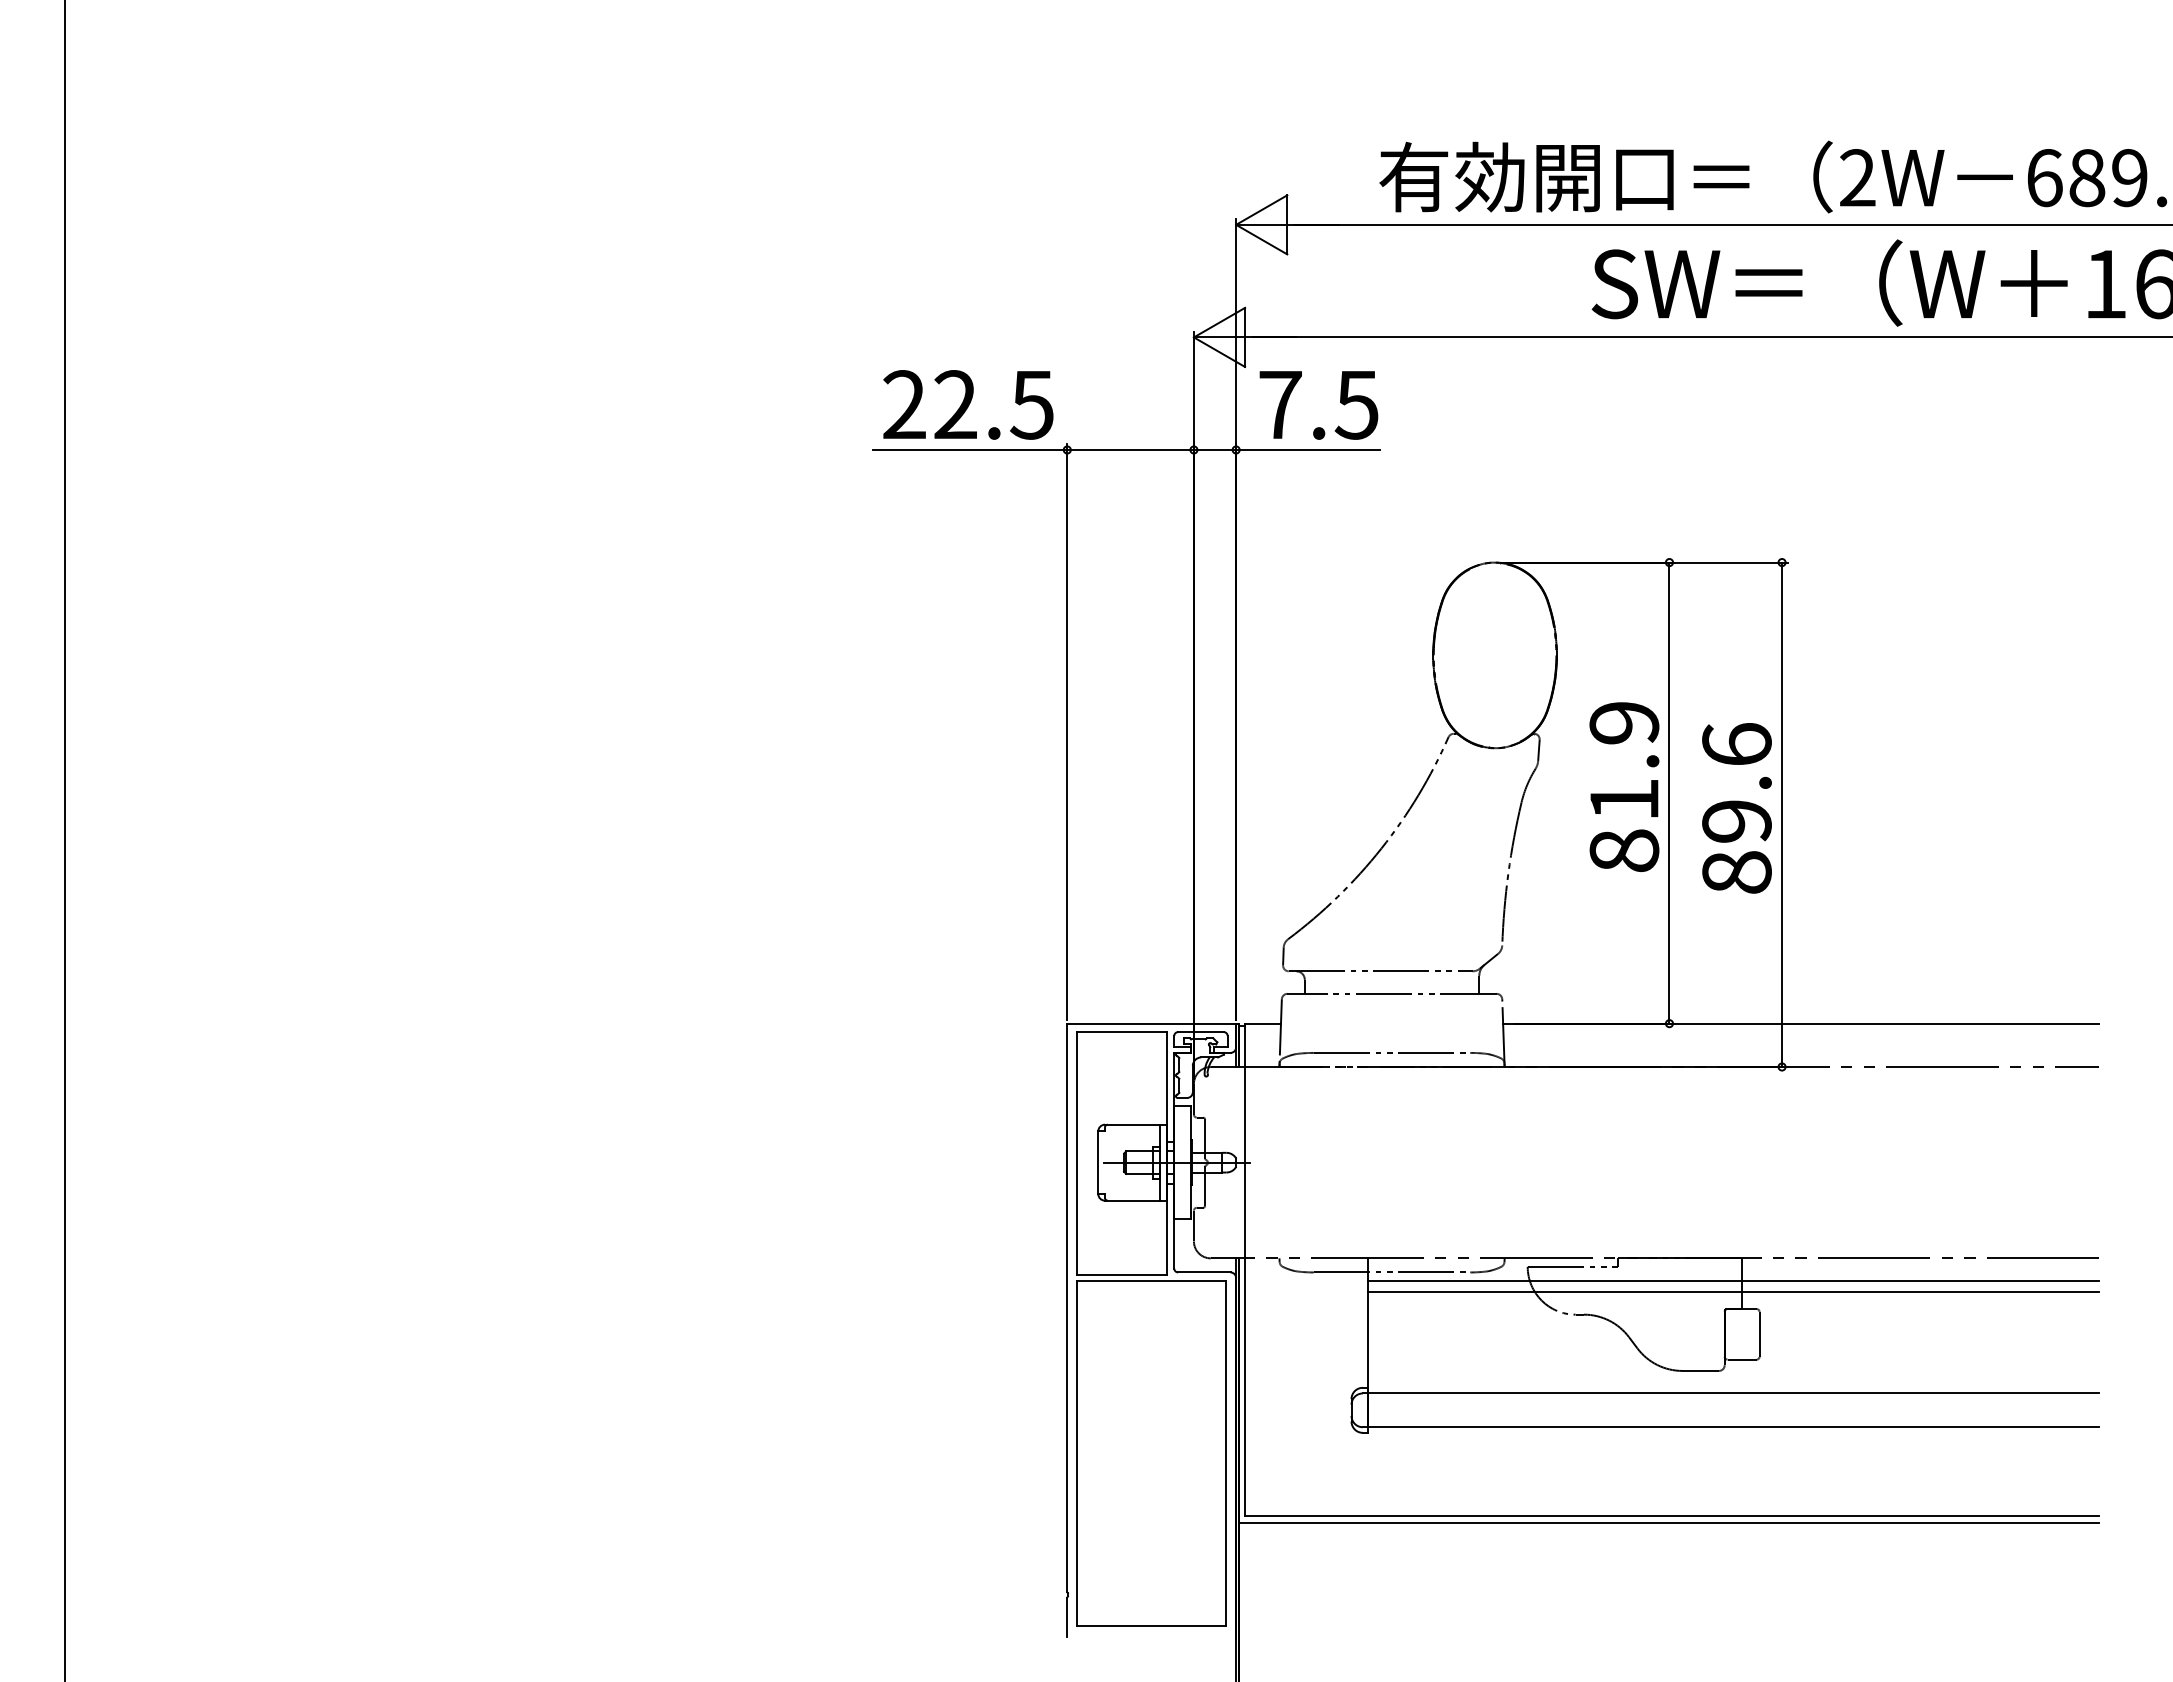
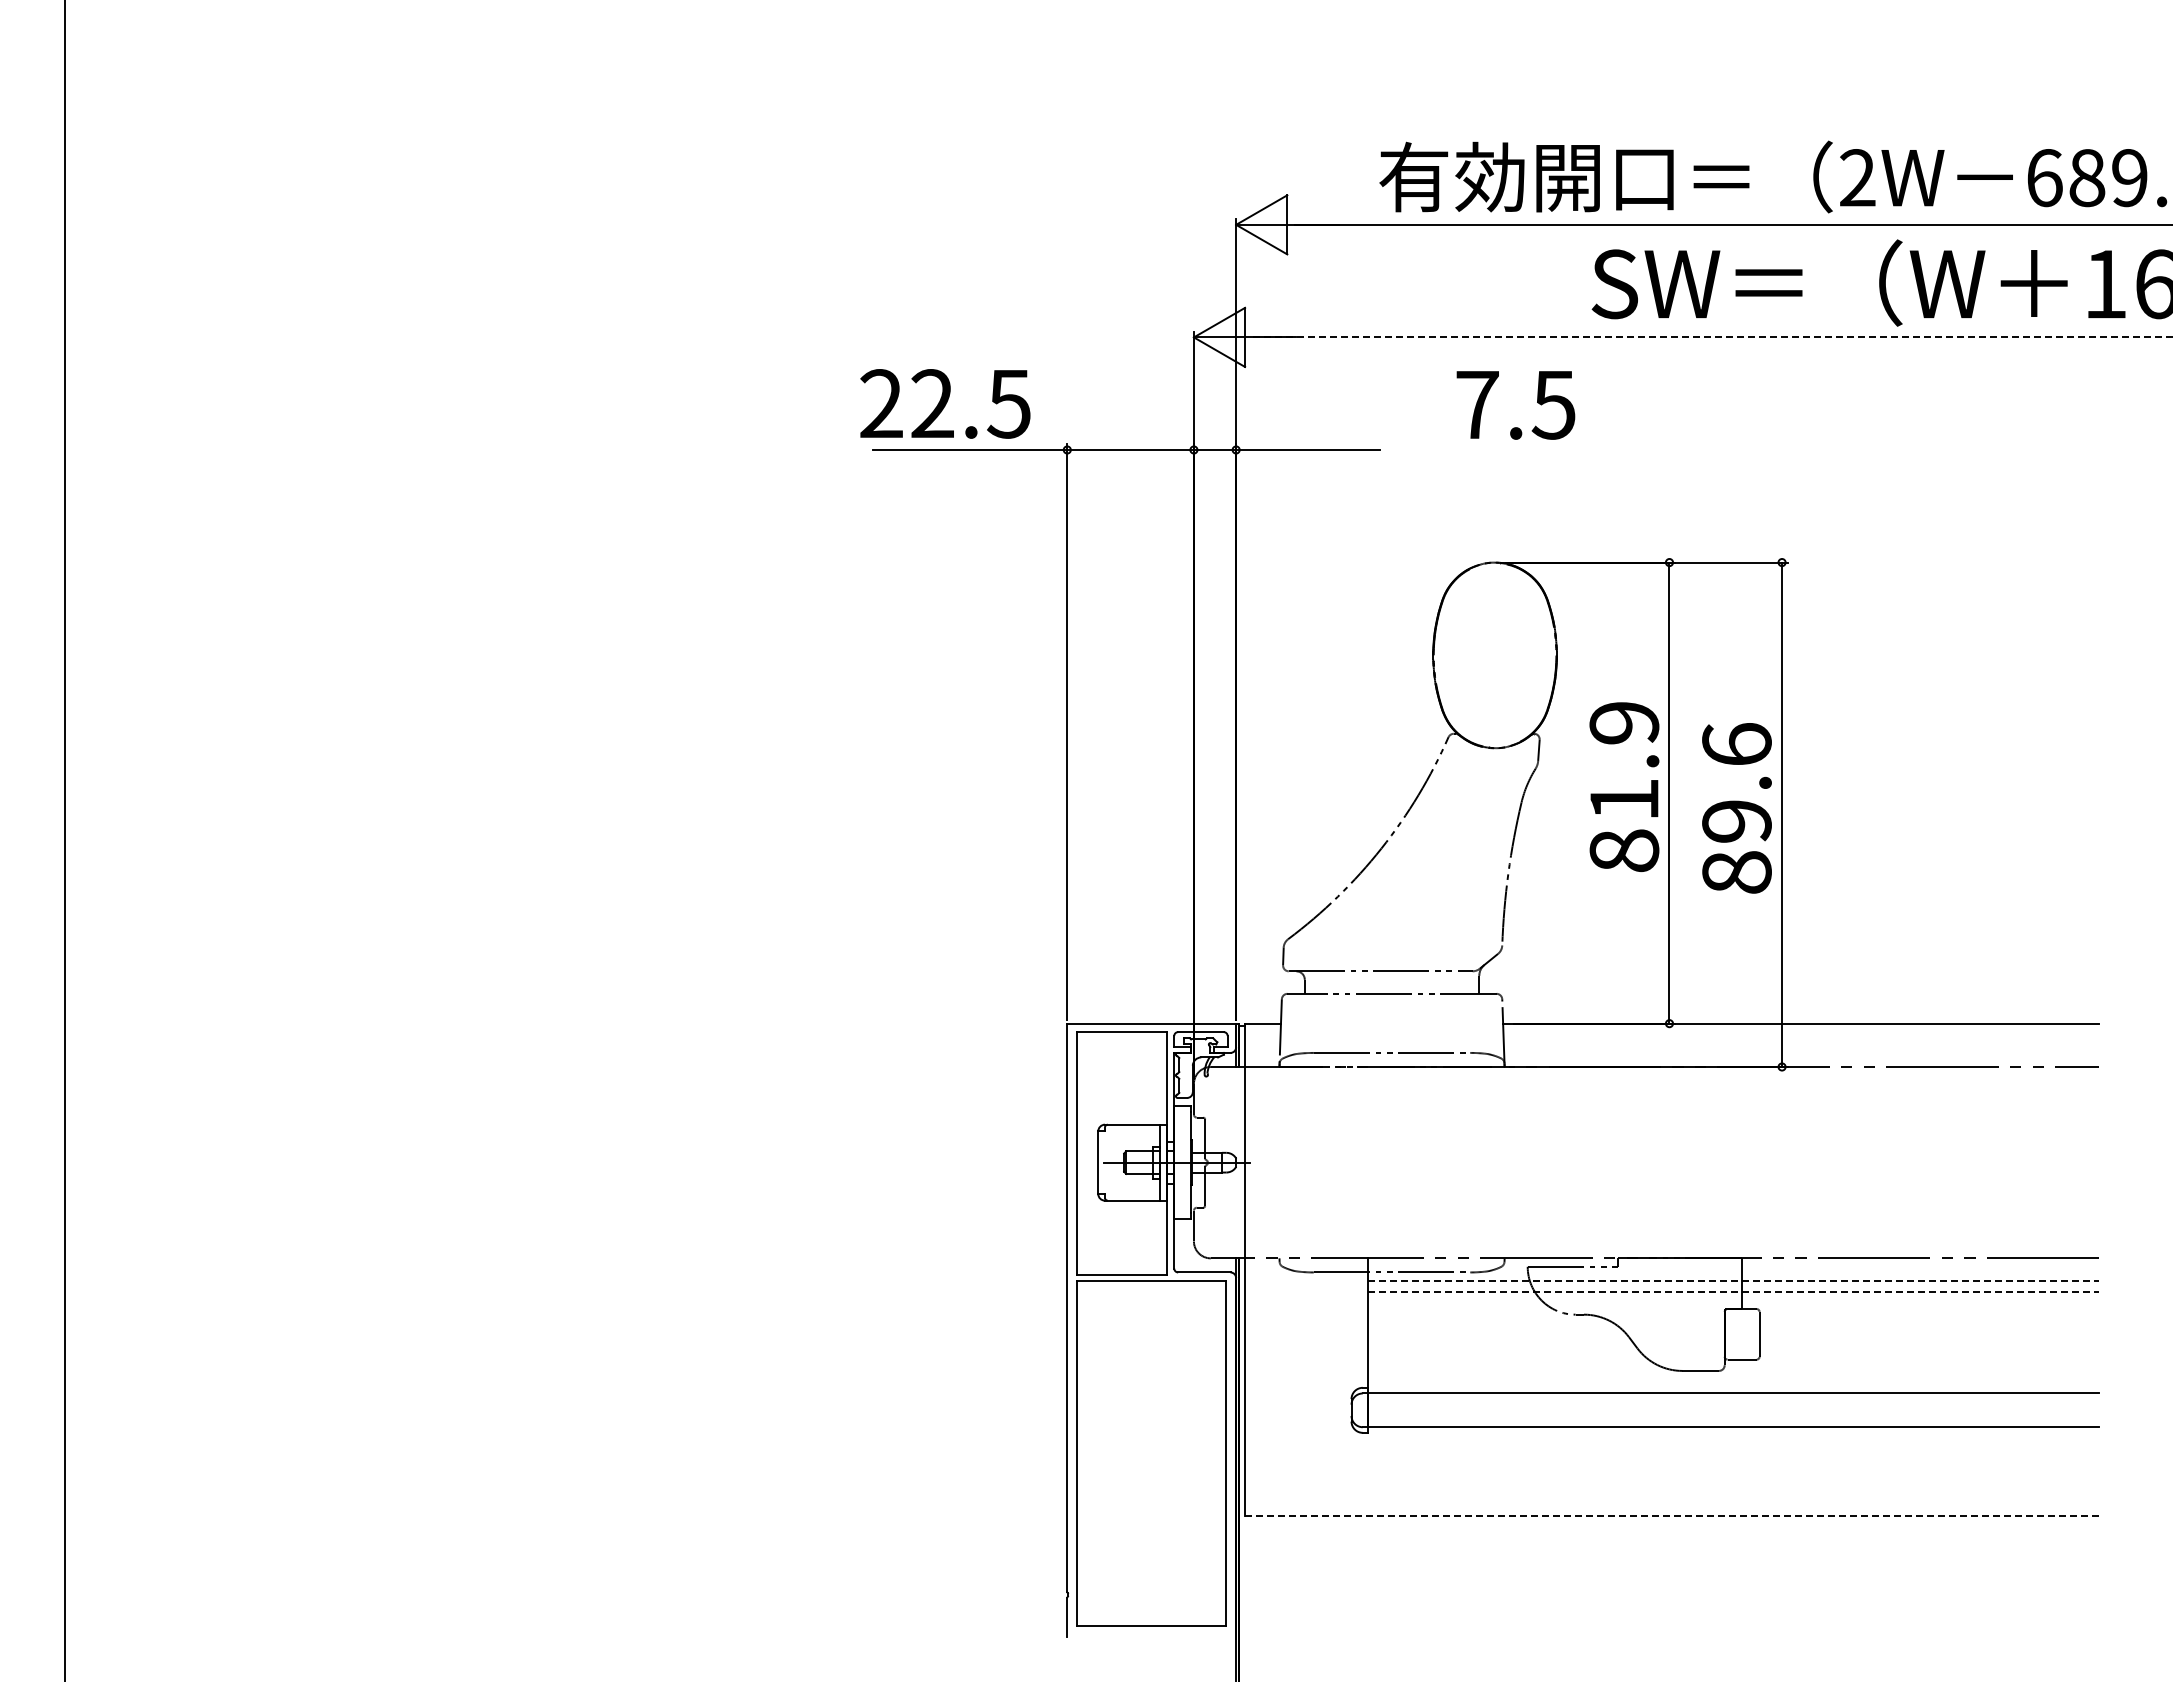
line at (1712, 337): solid -> dashed
text at (968, 404) position: (968, 404) -> (945, 403)
text at (1318, 405) position: (1318, 405) -> (1515, 405)
line at (1734, 1280): solid -> dashed
line at (1734, 1292): solid -> dashed
line at (1671, 1516): solid -> dashed
line at (1668, 1522): present -> none
